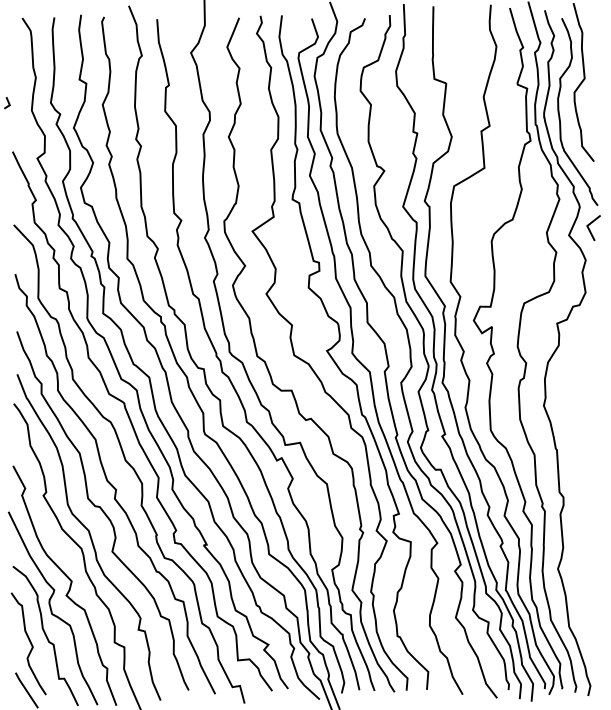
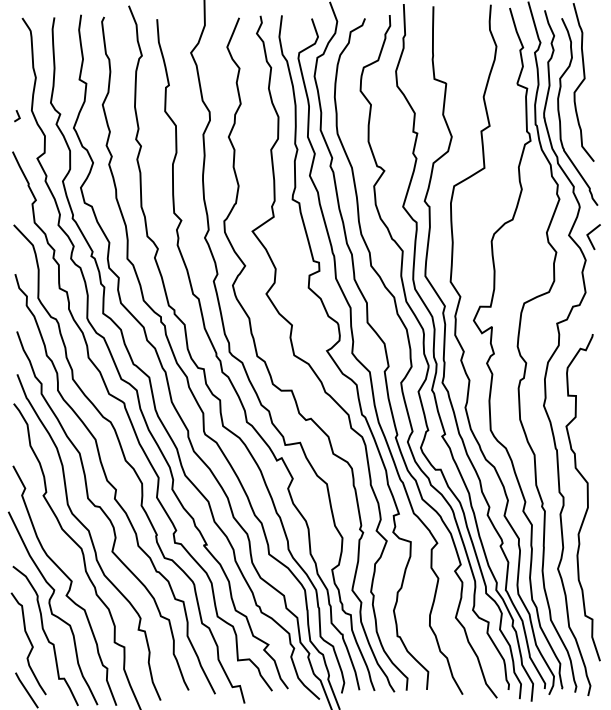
line at (7, 102) position: (7, 102) -> (17, 115)
line at (590, 229) position: (590, 229) -> (590, 238)
curve at (586, 495): none -> present
